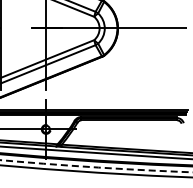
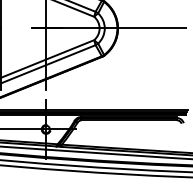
arc at (96, 167): dashed -> solid
